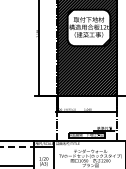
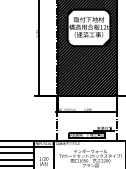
line at (17, 147): dashed -> solid
line at (18, 153): none -> present
line at (18, 159): none -> present
